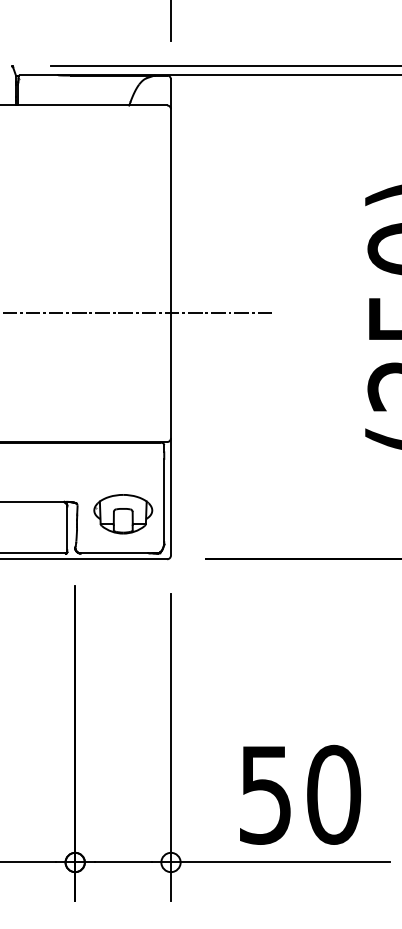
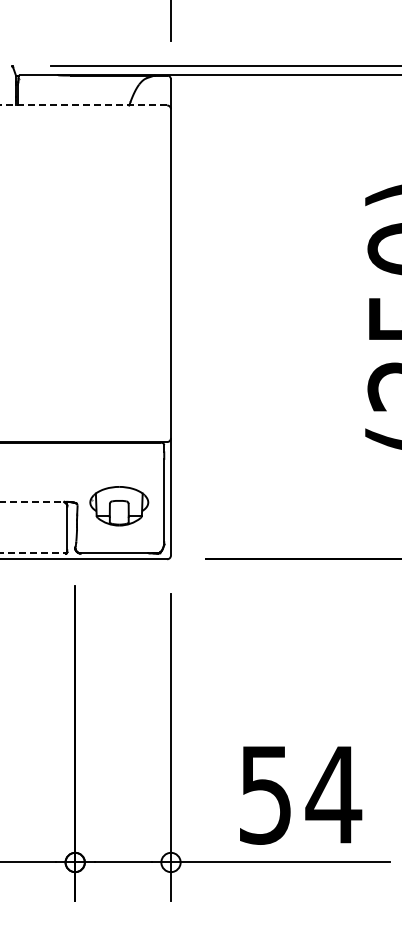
line at (83, 105): solid -> dashed
line at (137, 312): present -> none
line at (33, 501): solid -> dashed
part at (123, 514) position: (123, 514) -> (119, 506)
line at (33, 553): solid -> dashed
text at (333, 794): 50 -> 54
